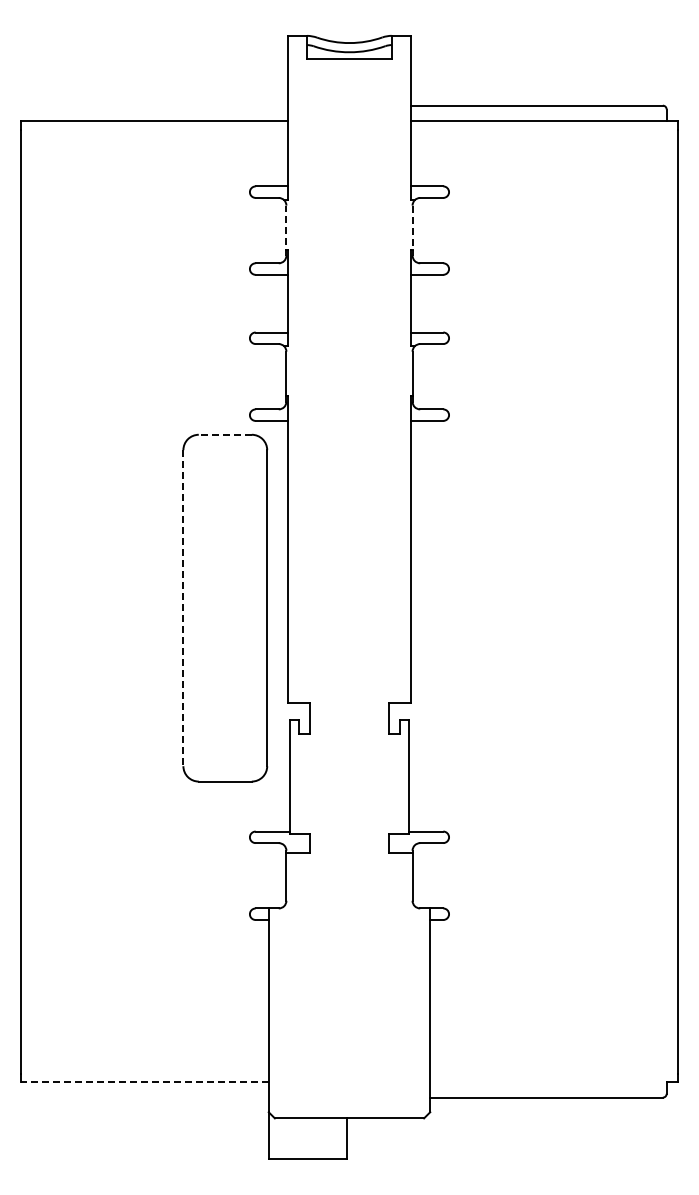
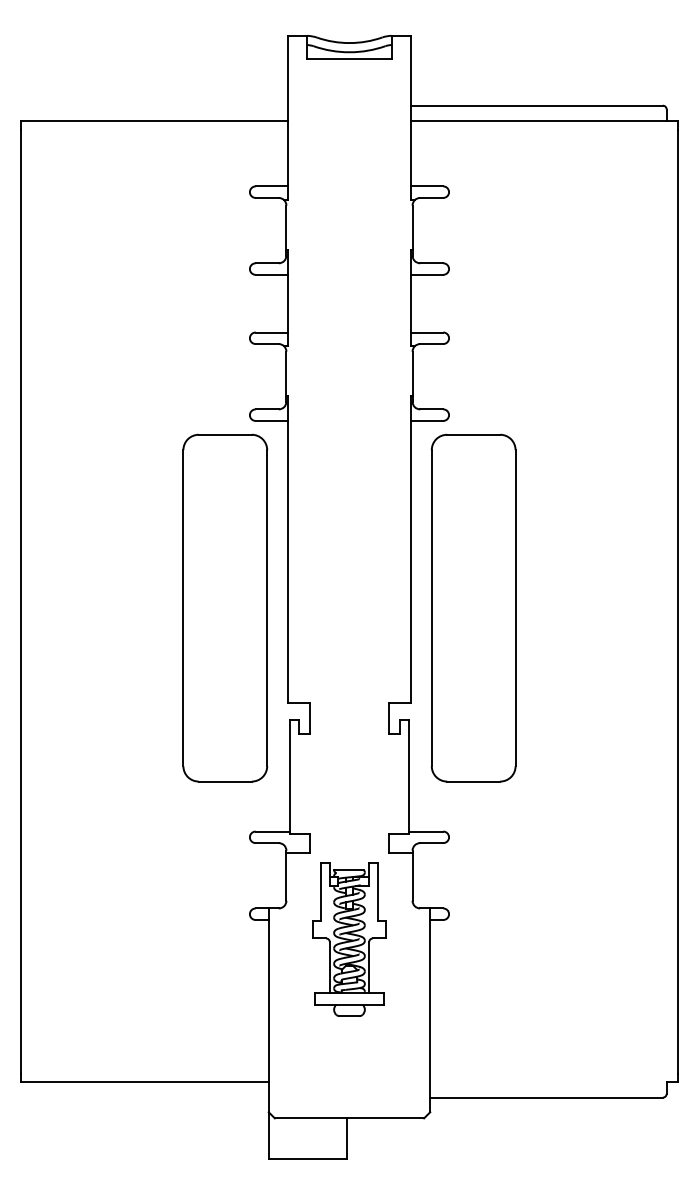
line at (286, 230): dashed -> solid
line at (412, 230): dashed -> solid
line at (225, 434): dashed -> solid
part at (473, 607): none -> present
line at (183, 608): dashed -> solid
part at (349, 939): none -> present
line at (144, 1082): dashed -> solid
